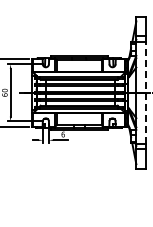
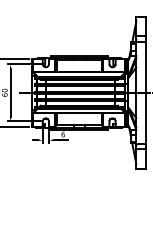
line at (145, 92): dashed -> solid
